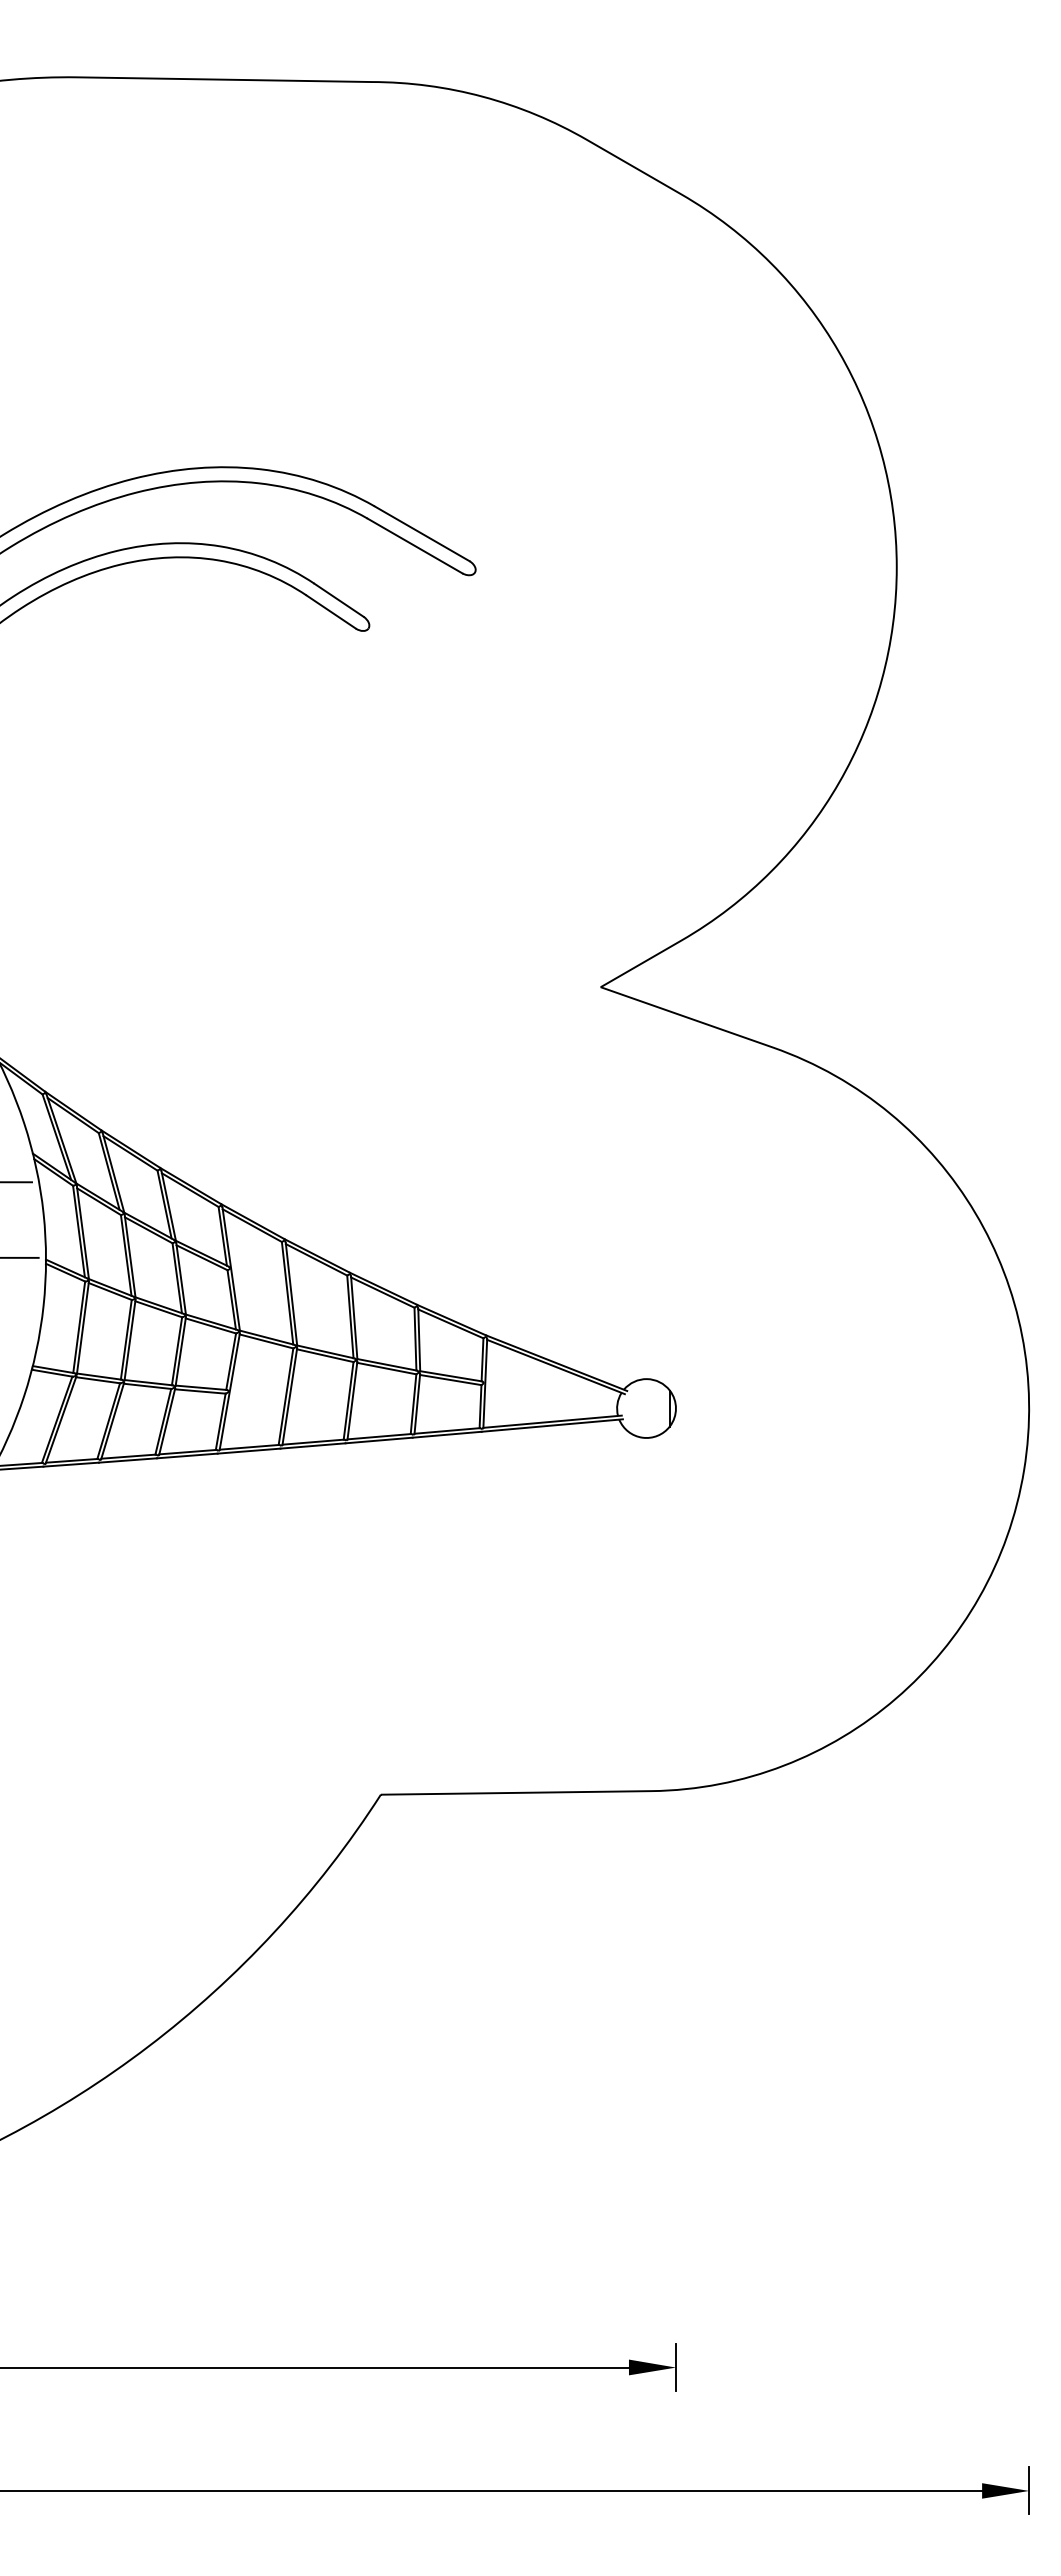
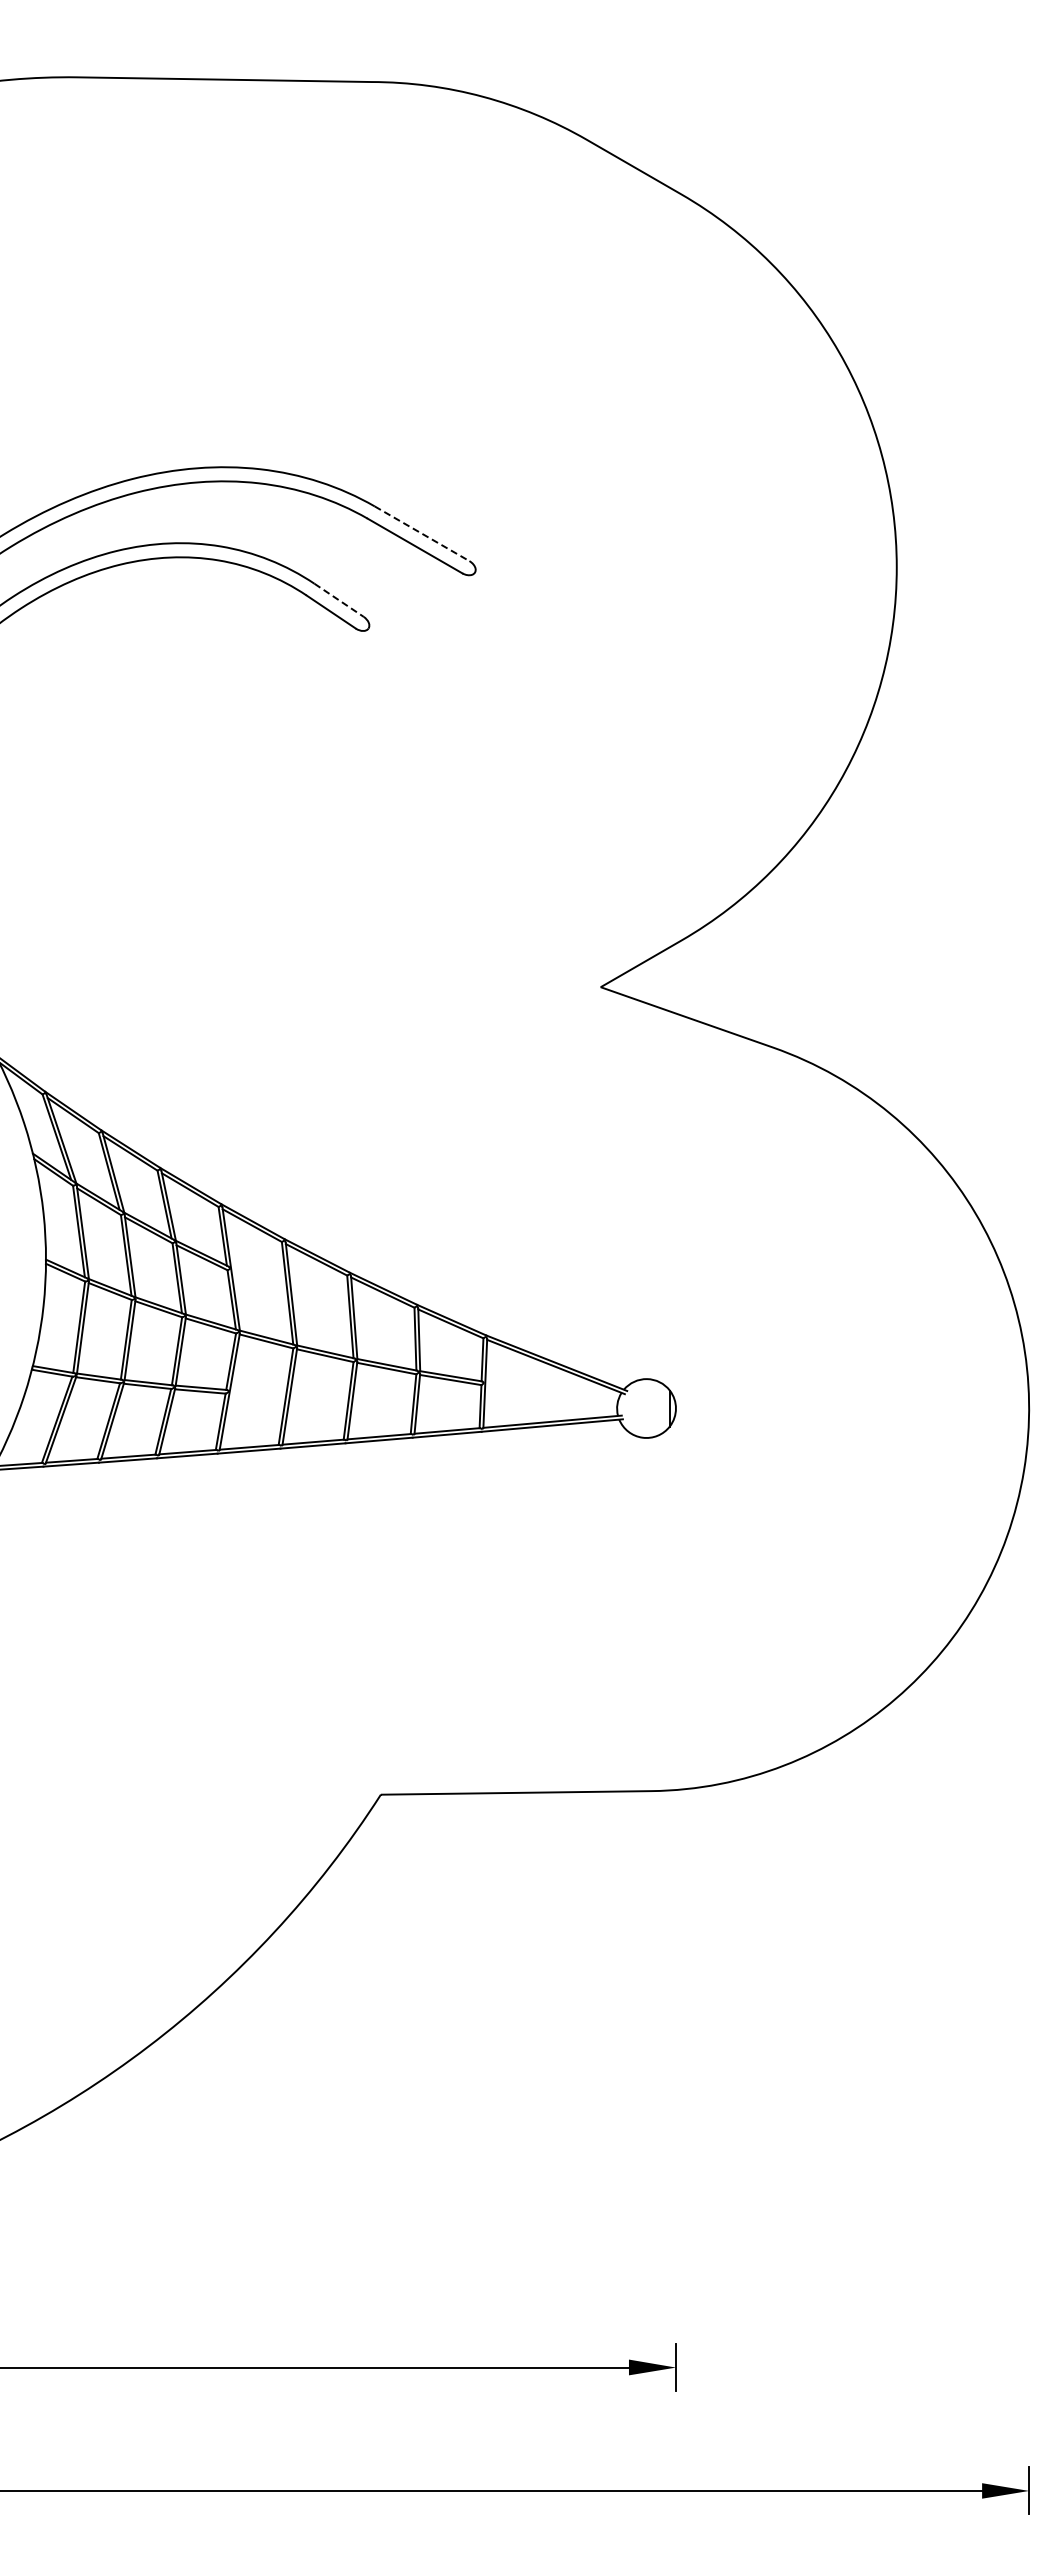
line at (422, 533): solid -> dashed
line at (339, 600): solid -> dashed
line at (17, 1182): present -> none
line at (20, 1257): present -> none
